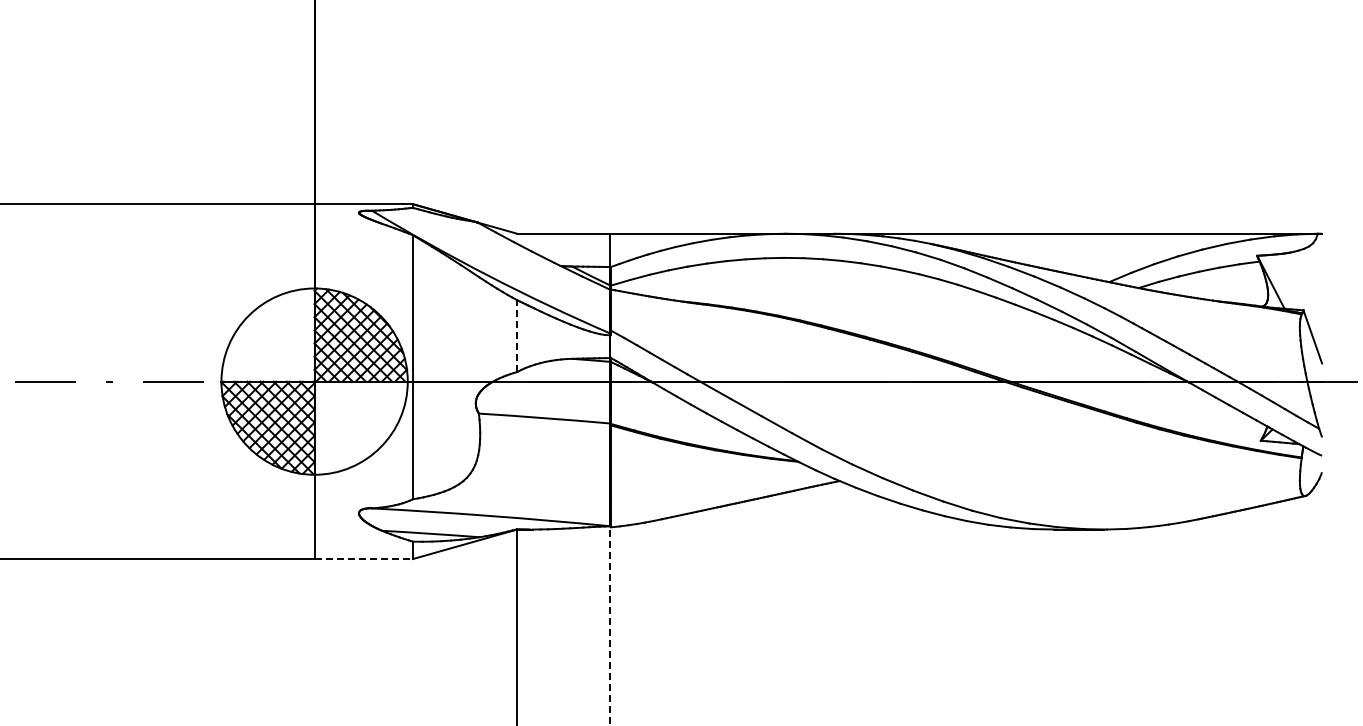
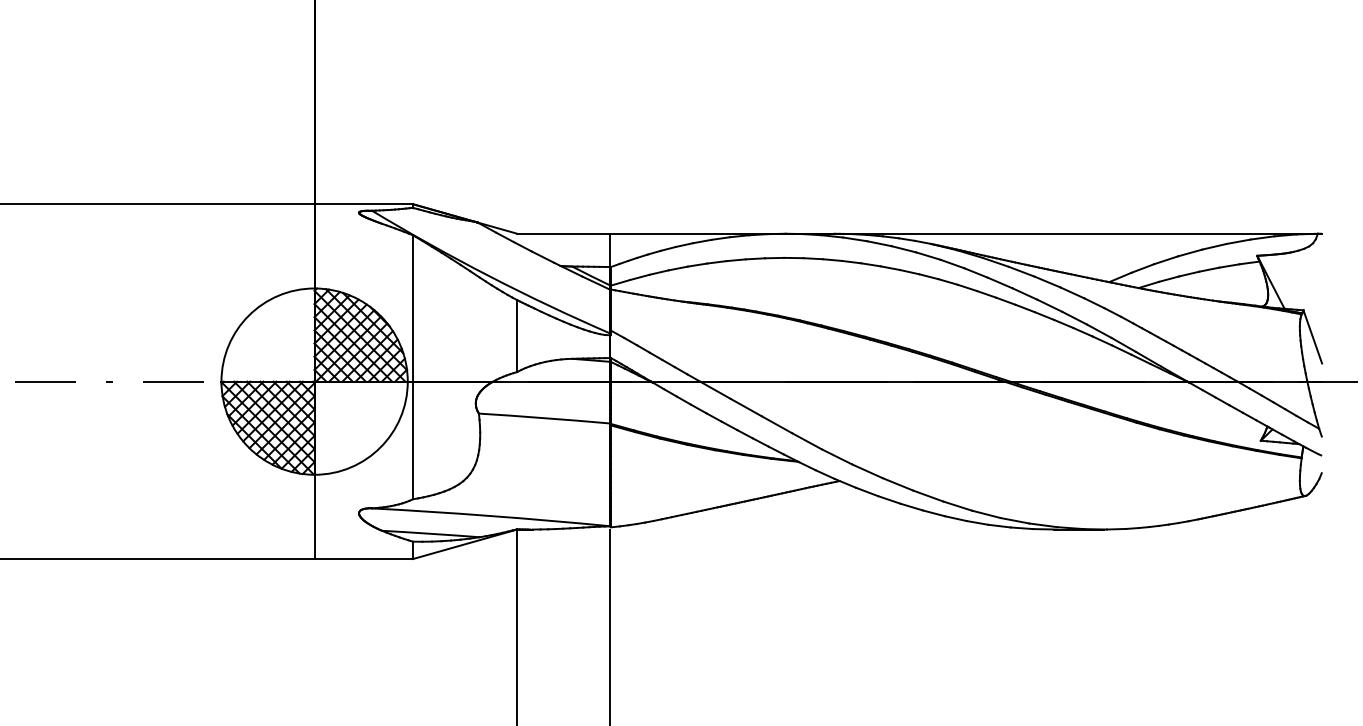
line at (517, 336): dashed -> solid
line at (364, 559): dashed -> solid
line at (610, 627): dashed -> solid
